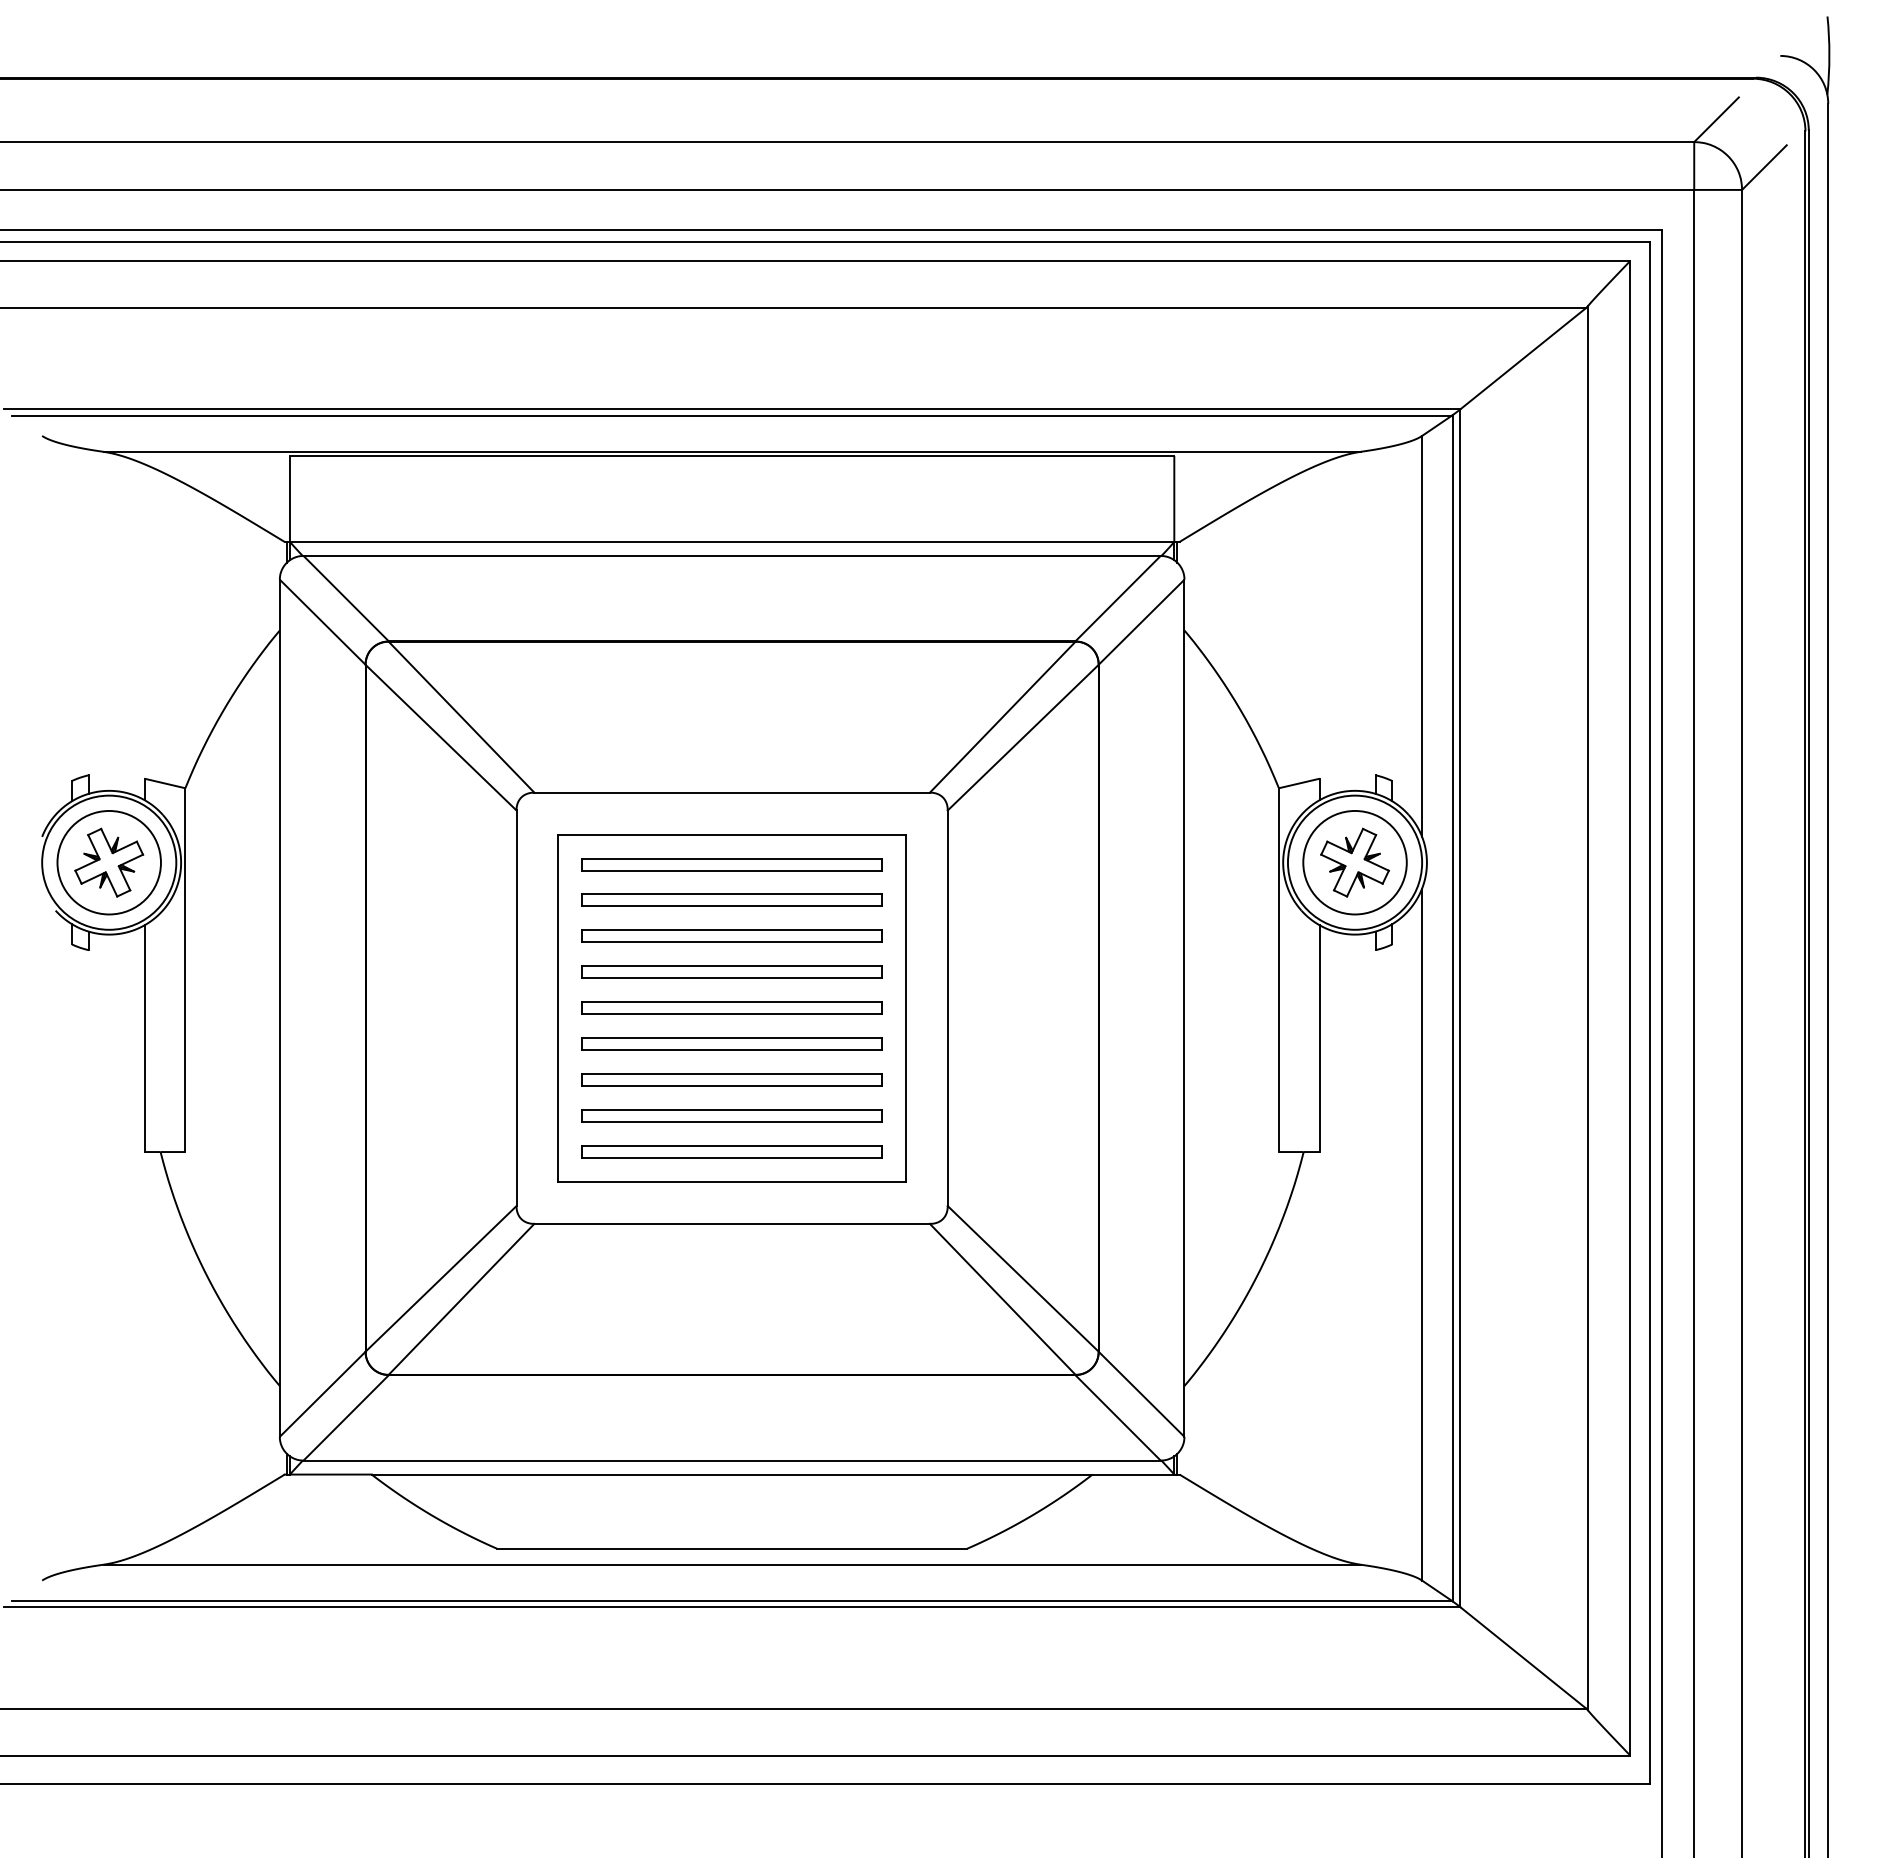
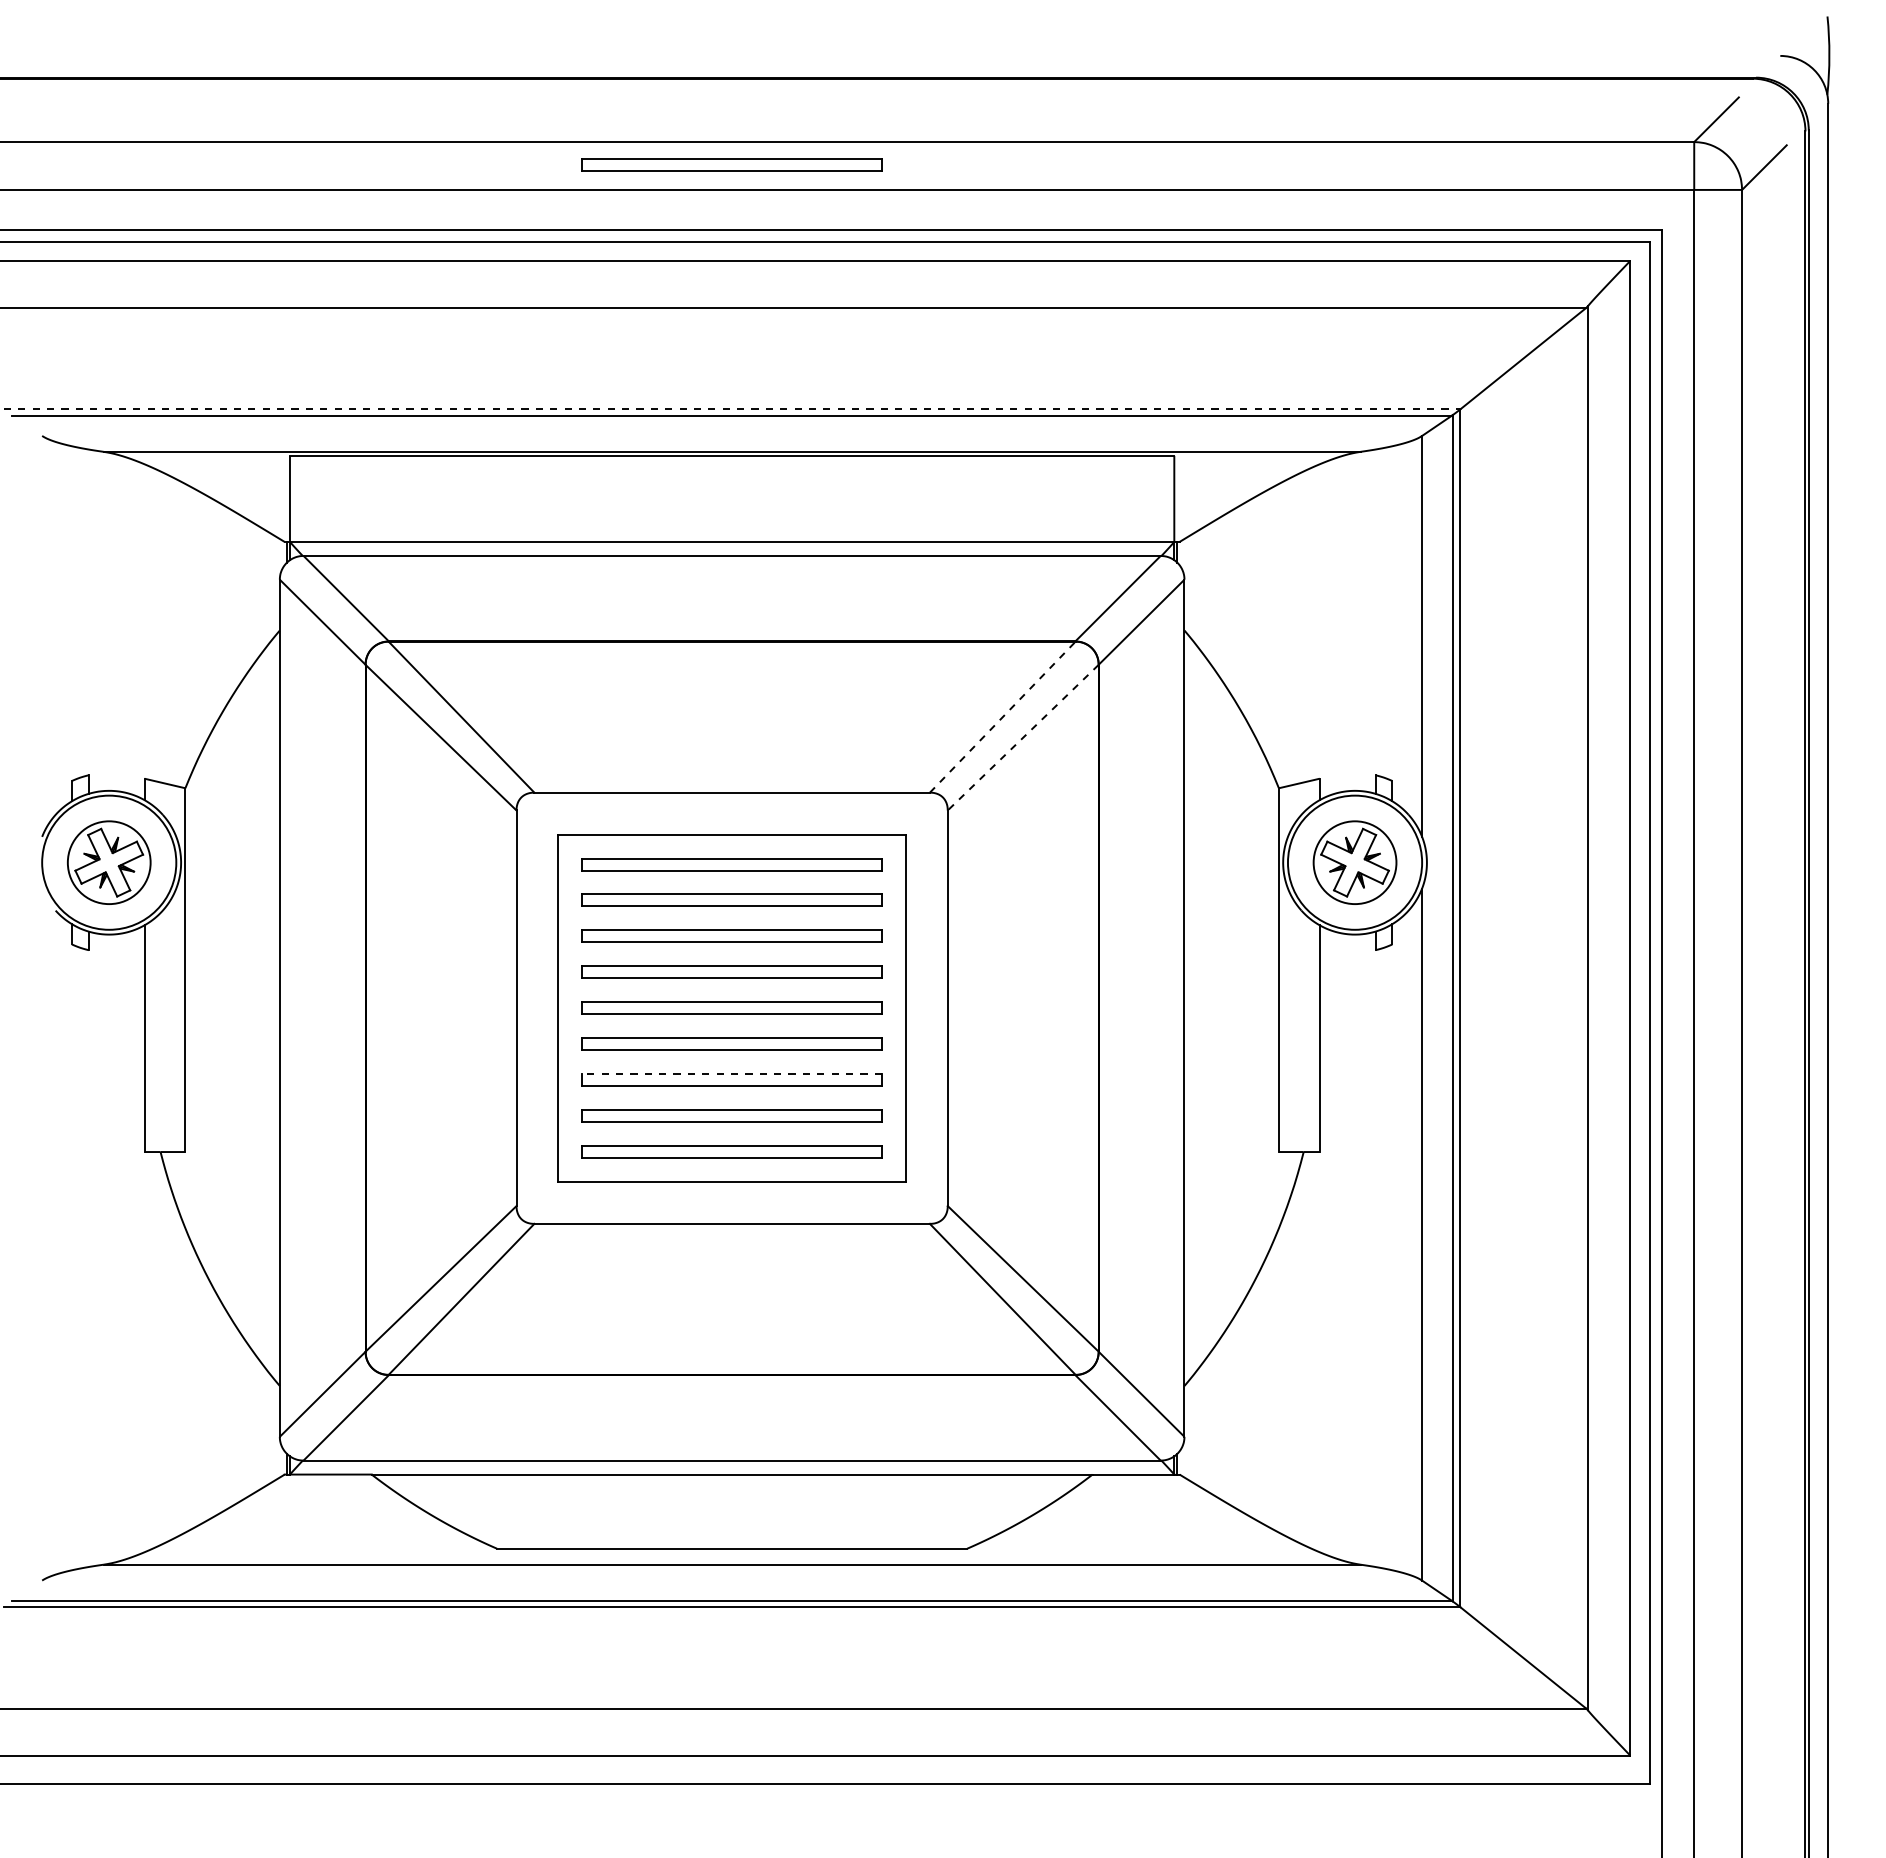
part at (731, 164): none -> present
line at (732, 409): solid -> dashed
line at (1002, 717): solid -> dashed
line at (1023, 737): solid -> dashed
circle at (108, 862) diameter: 103 px -> 83 px
circle at (1354, 862) diameter: 103 px -> 83 px
line at (732, 1074): solid -> dashed
